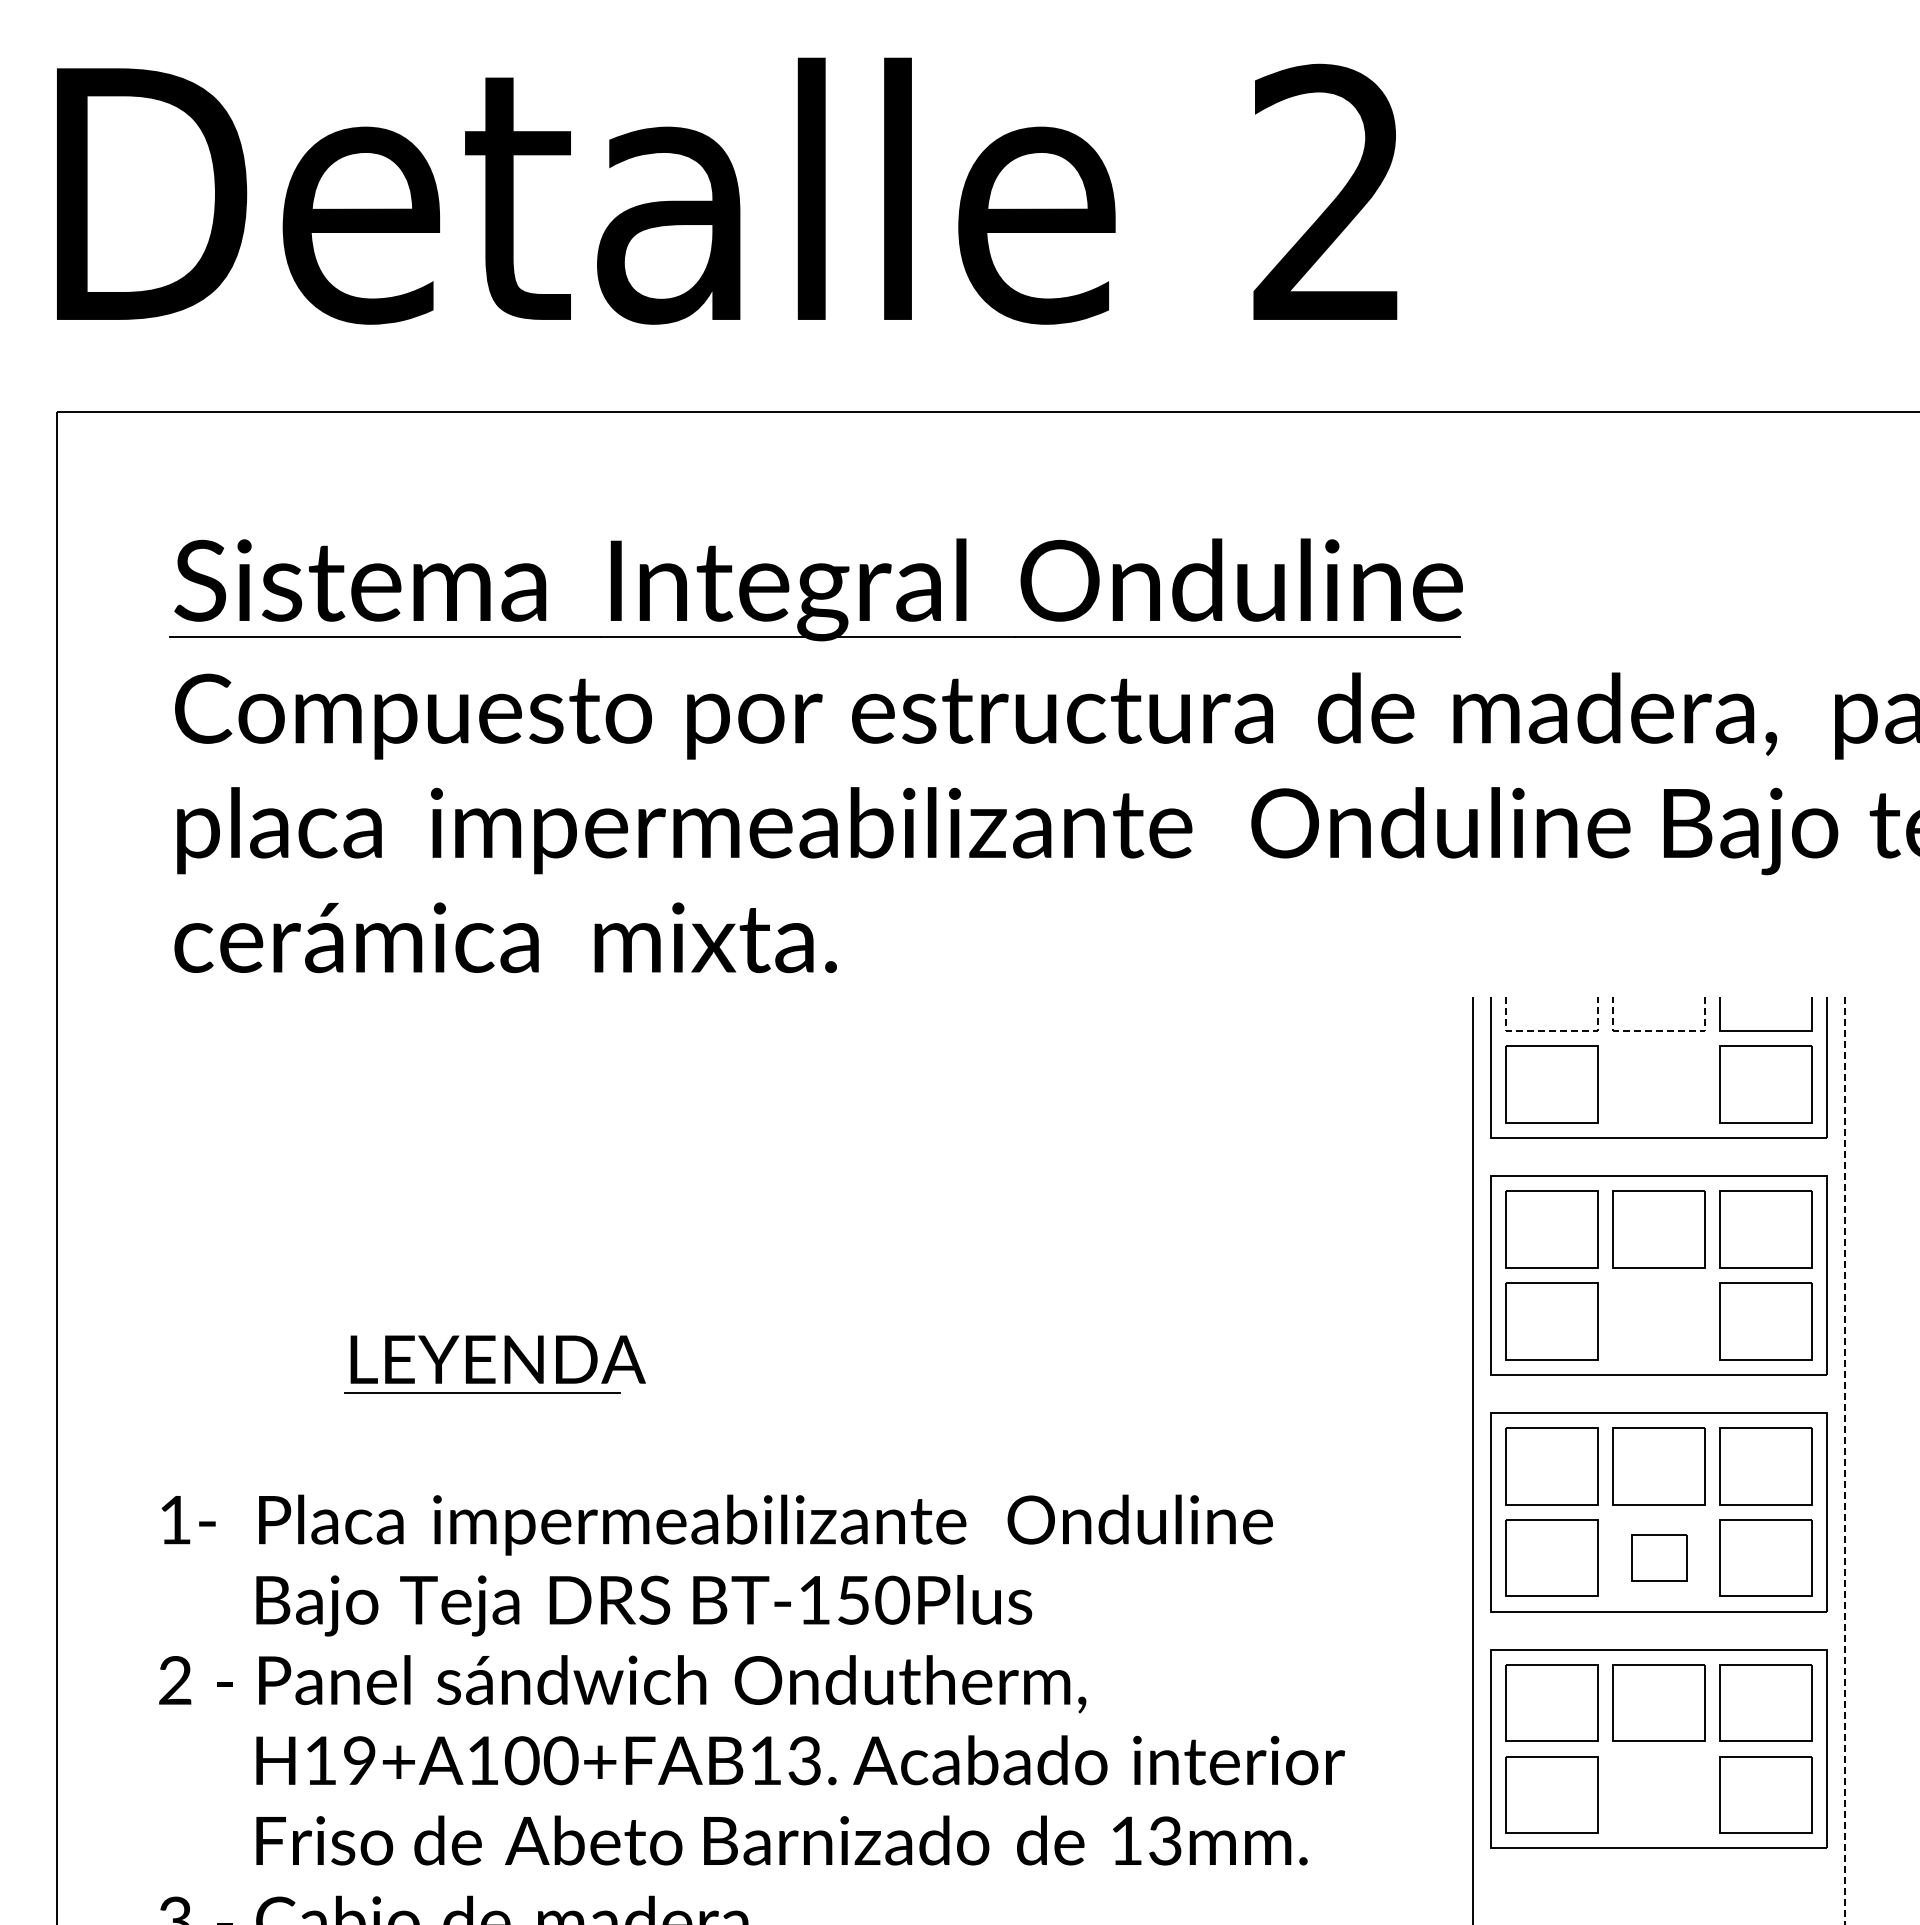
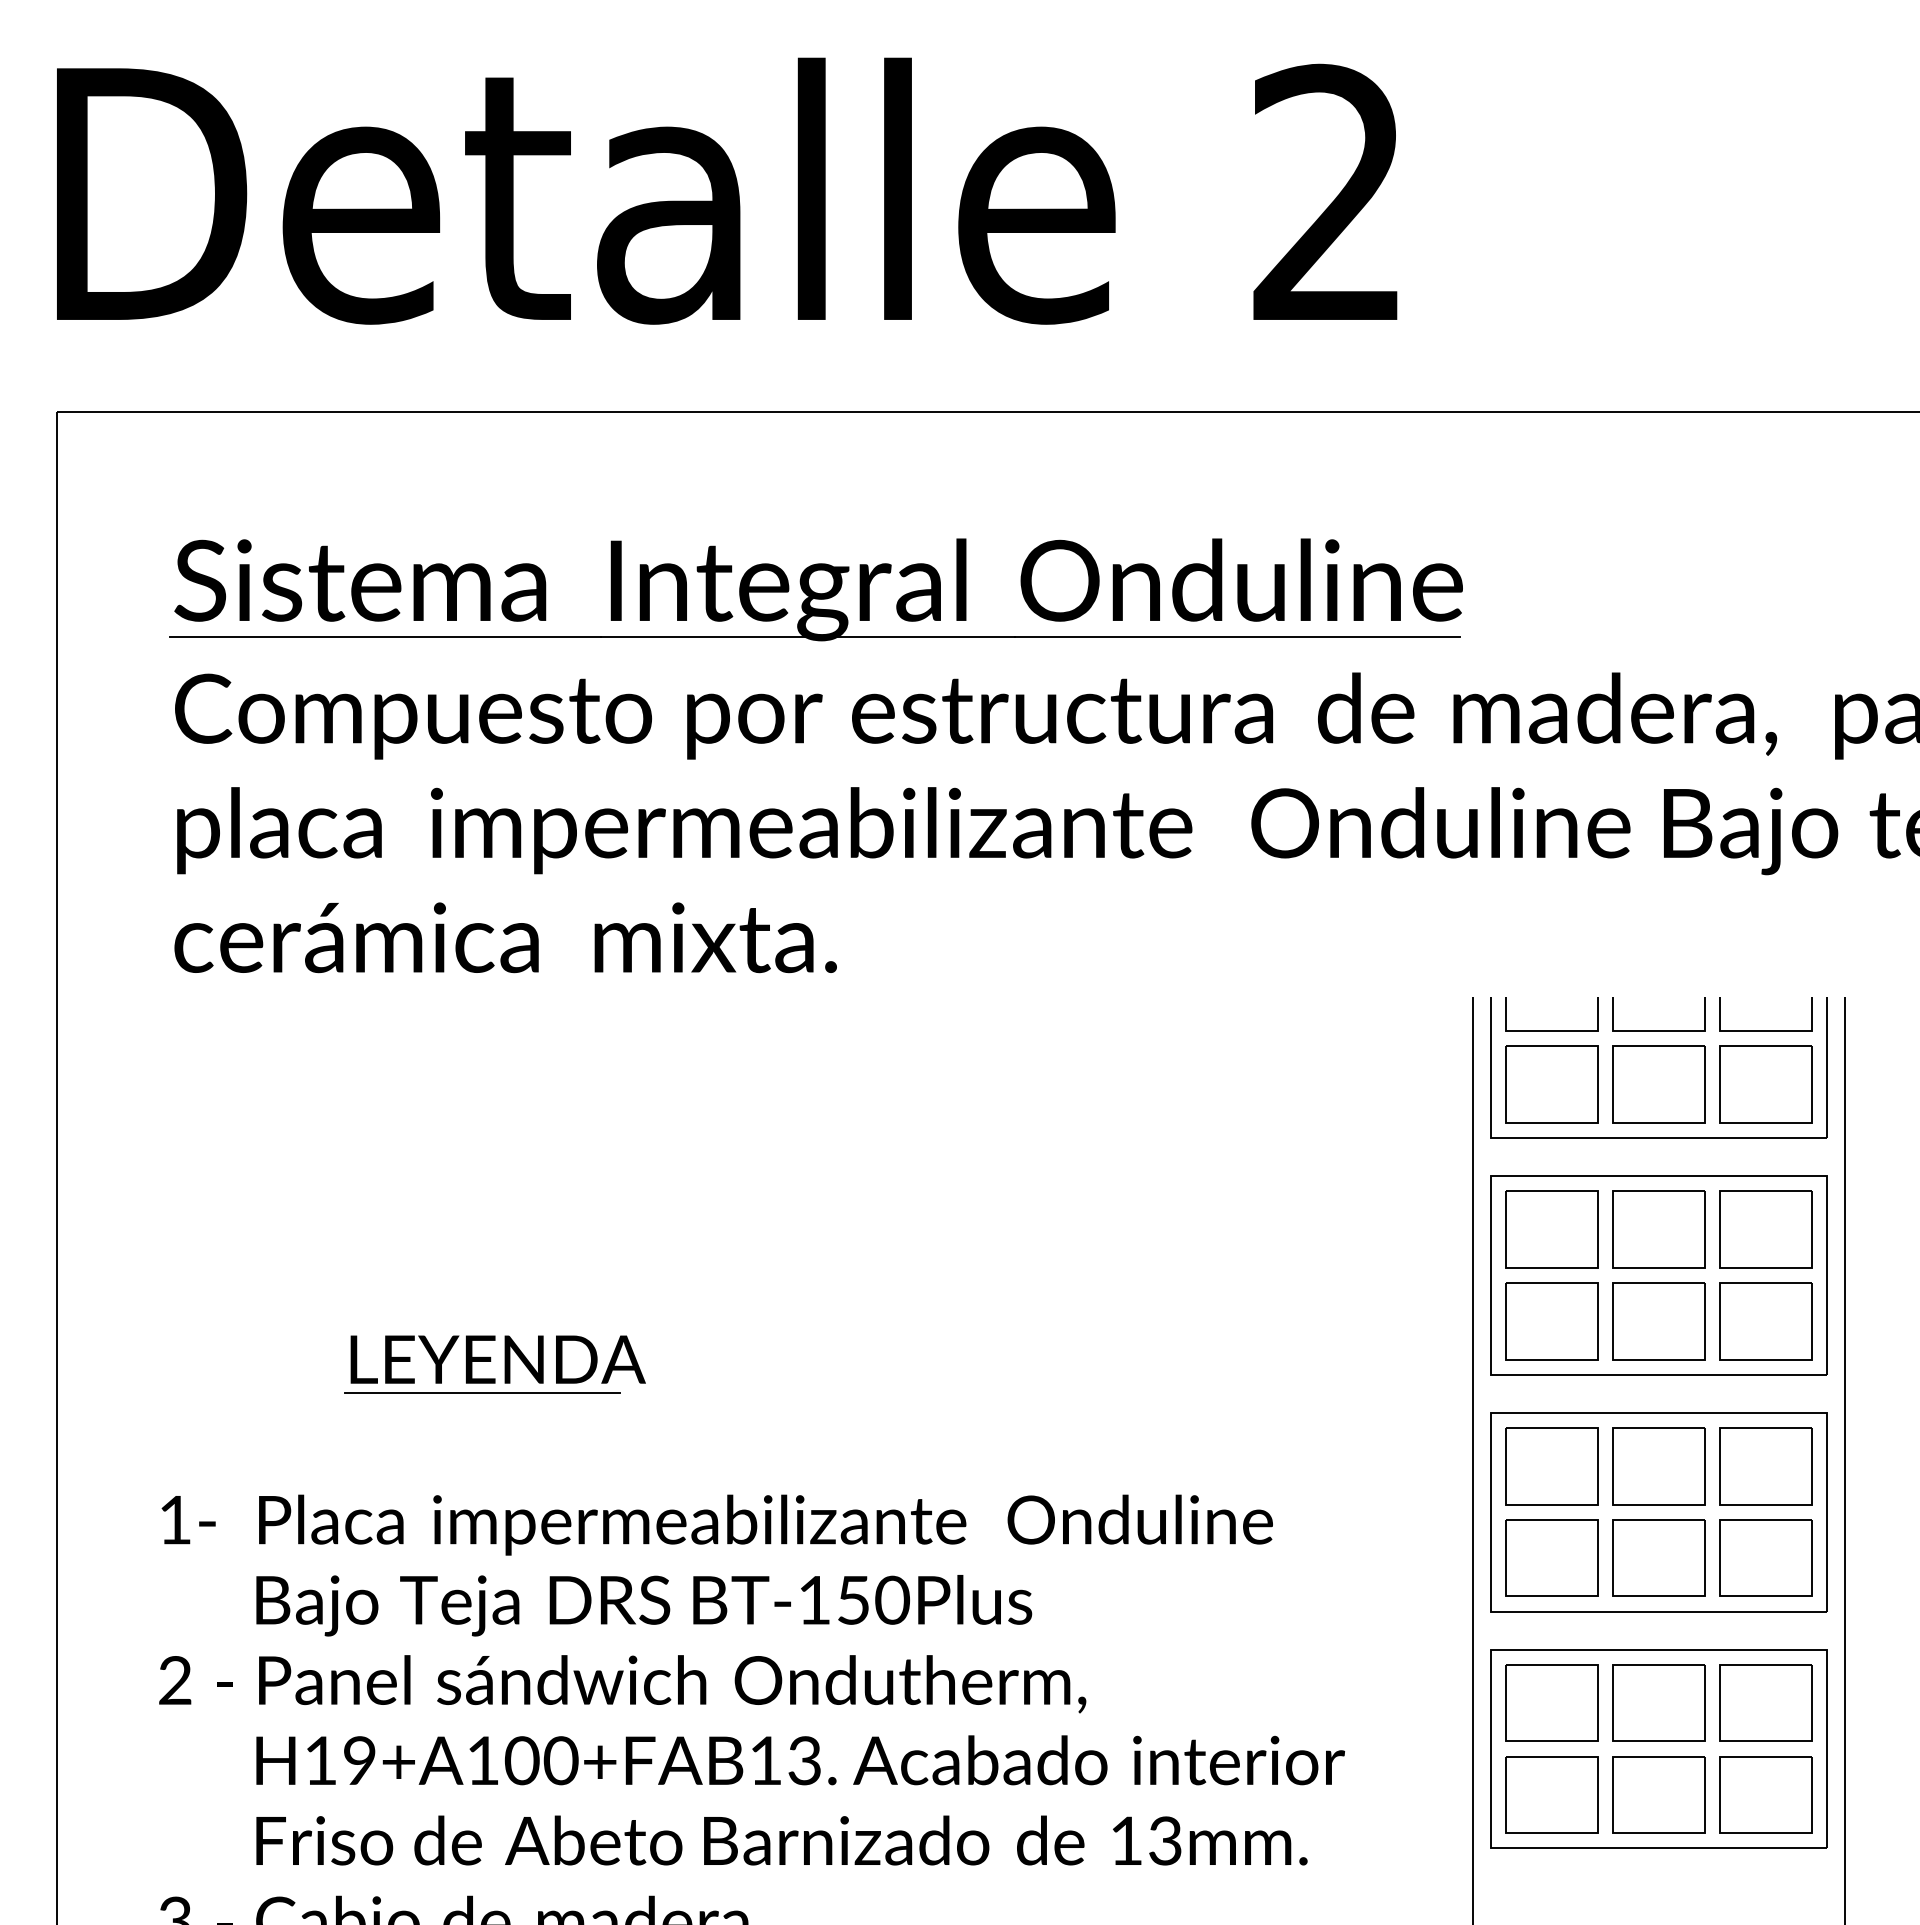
line at (1552, 1031): dashed -> solid
line at (1659, 1031): dashed -> solid
part at (1658, 1084): none -> present
part at (1658, 1321): none -> present
line at (1845, 1460): dashed -> solid
part at (1659, 1557) size: 57x48 px -> 94x78 px
part at (1658, 1794): none -> present
